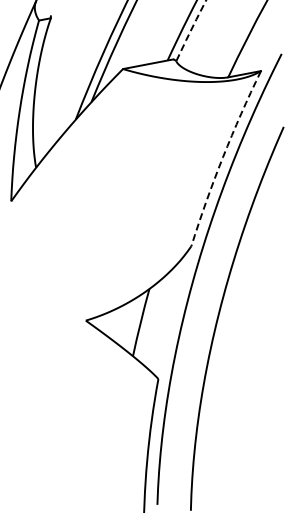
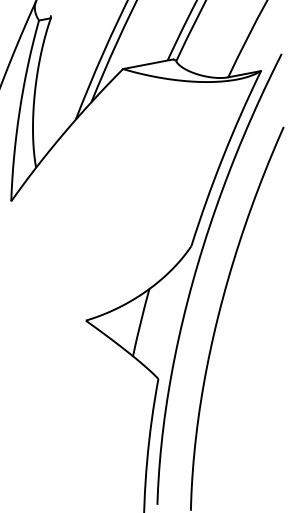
arc at (190, 30): dashed -> solid
arc at (222, 157): dashed -> solid
